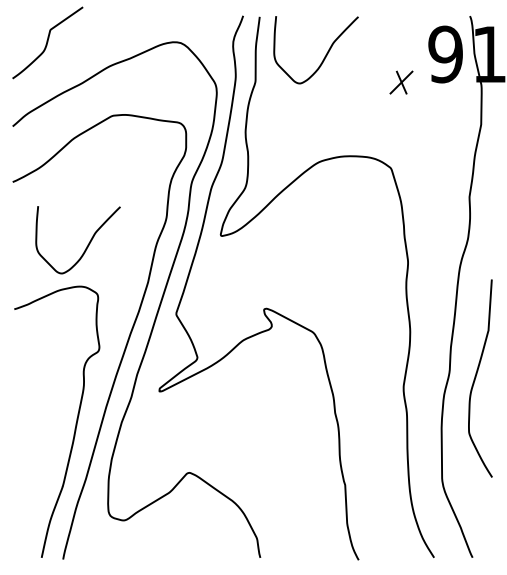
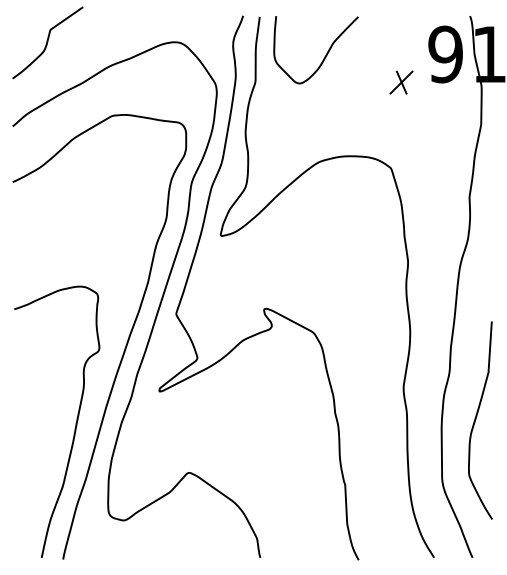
curve at (87, 244): present -> none
curve at (476, 377) position: (476, 377) -> (476, 419)
